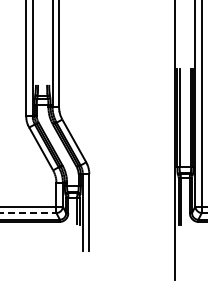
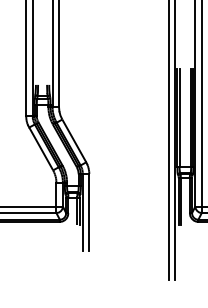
line at (169, 140): none -> present
line at (28, 213): dashed -> solid
